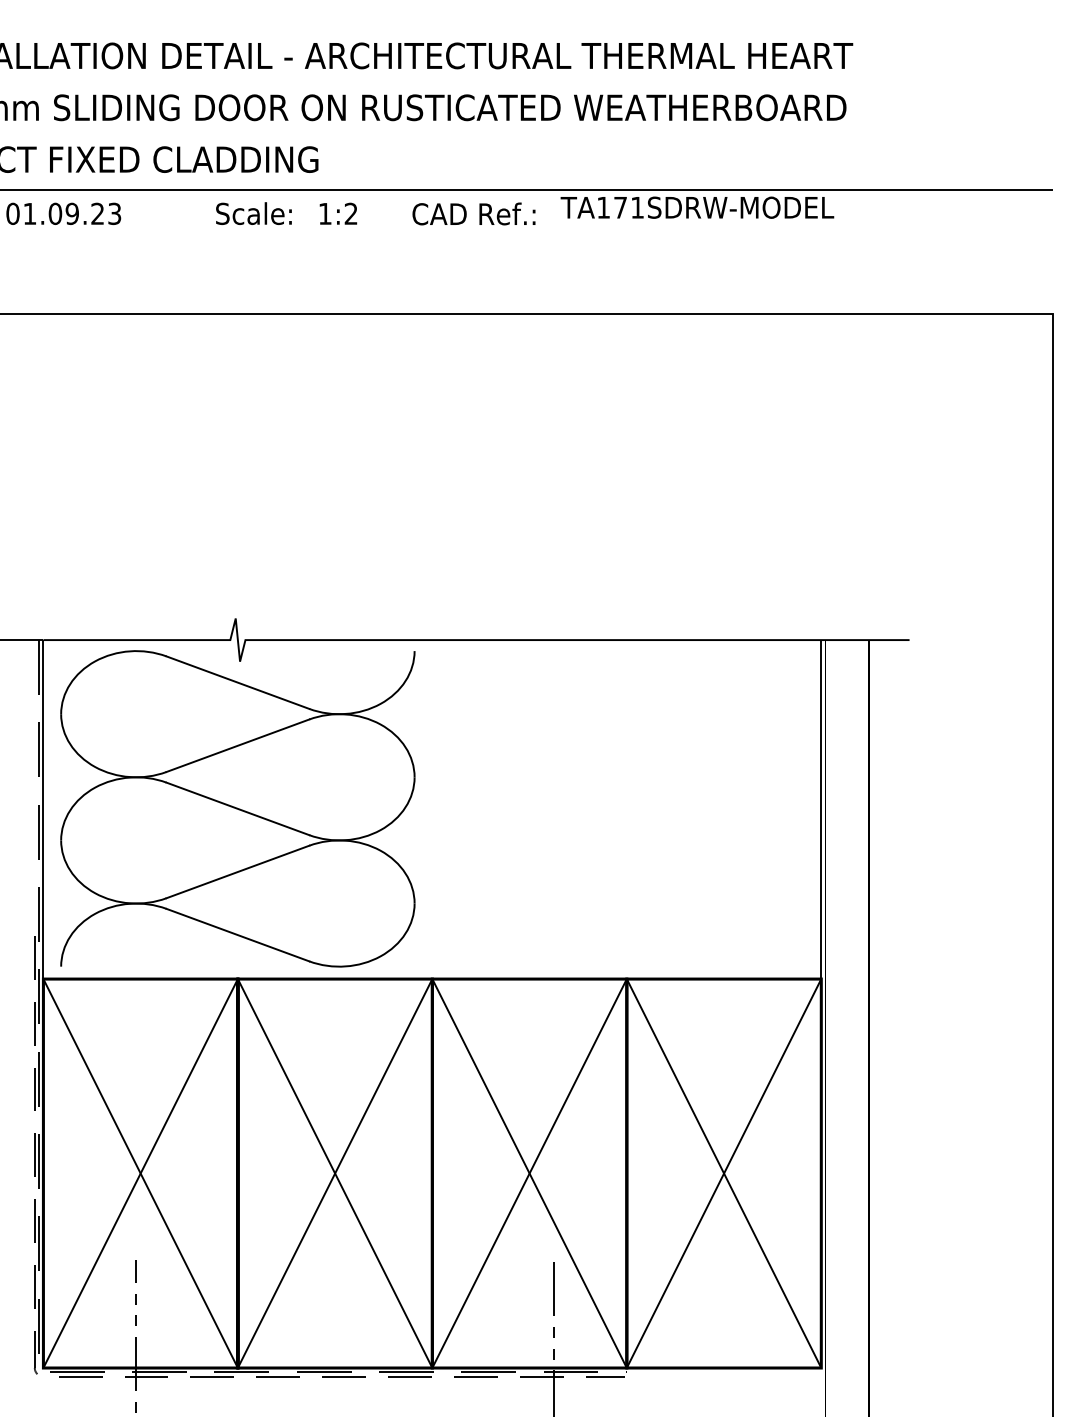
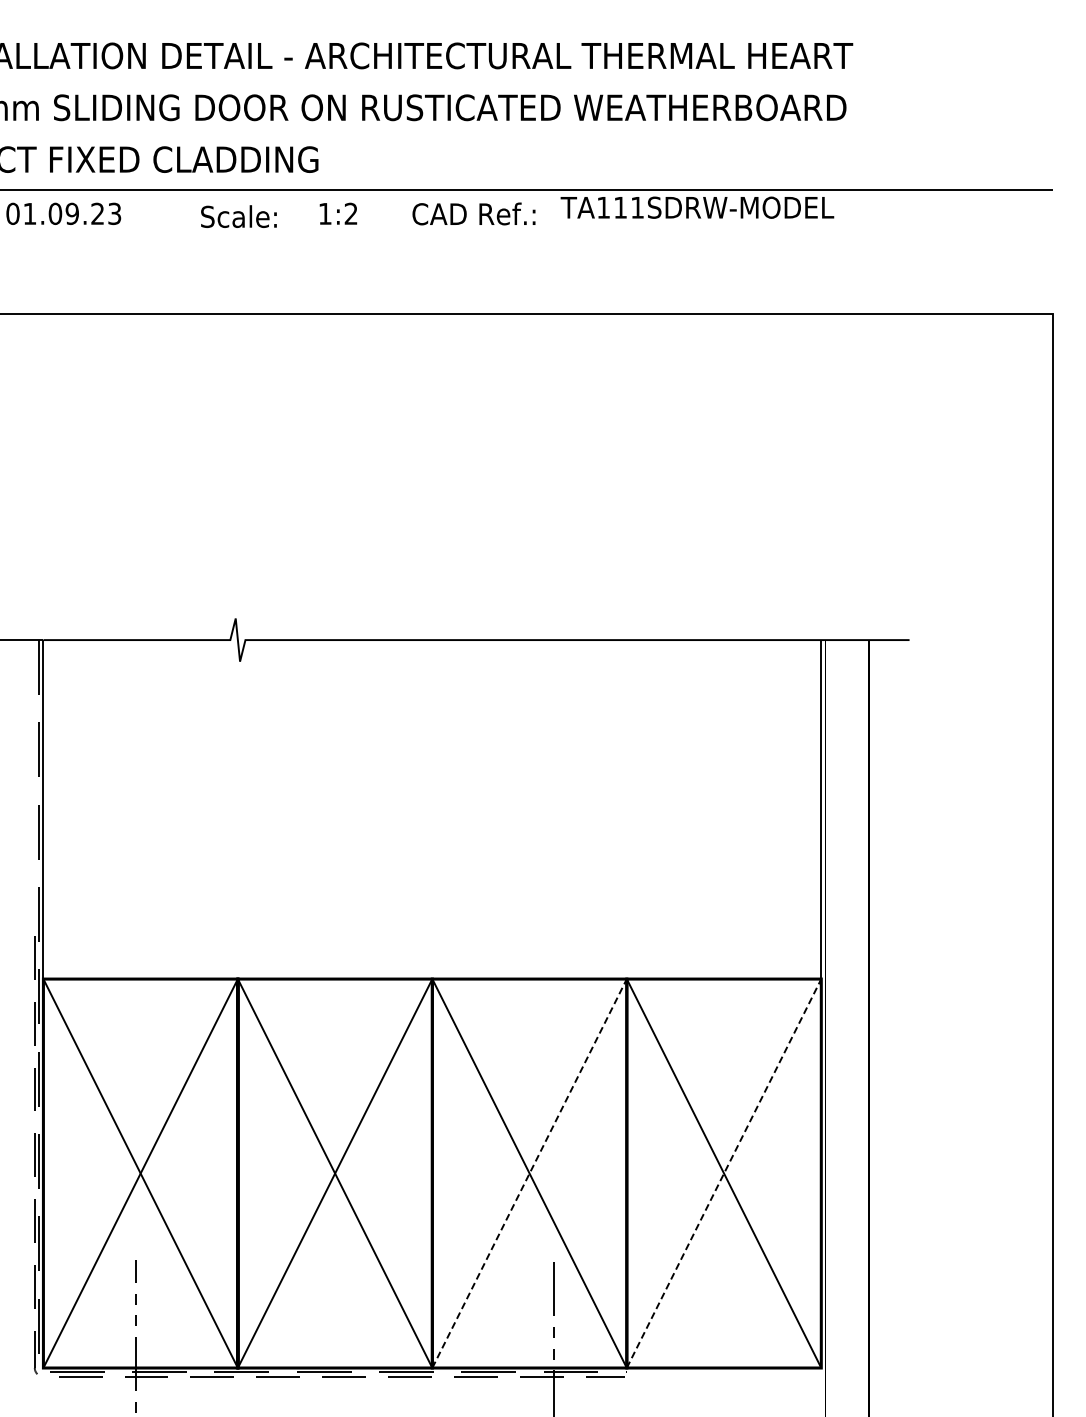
text at (620, 207): TA171SDRW-MODEL -> TA111SDRW-MODEL
text at (253, 213) position: (253, 213) -> (238, 216)
part at (237, 808): present -> none
line at (529, 1173): solid -> dashed
line at (724, 1173): solid -> dashed
